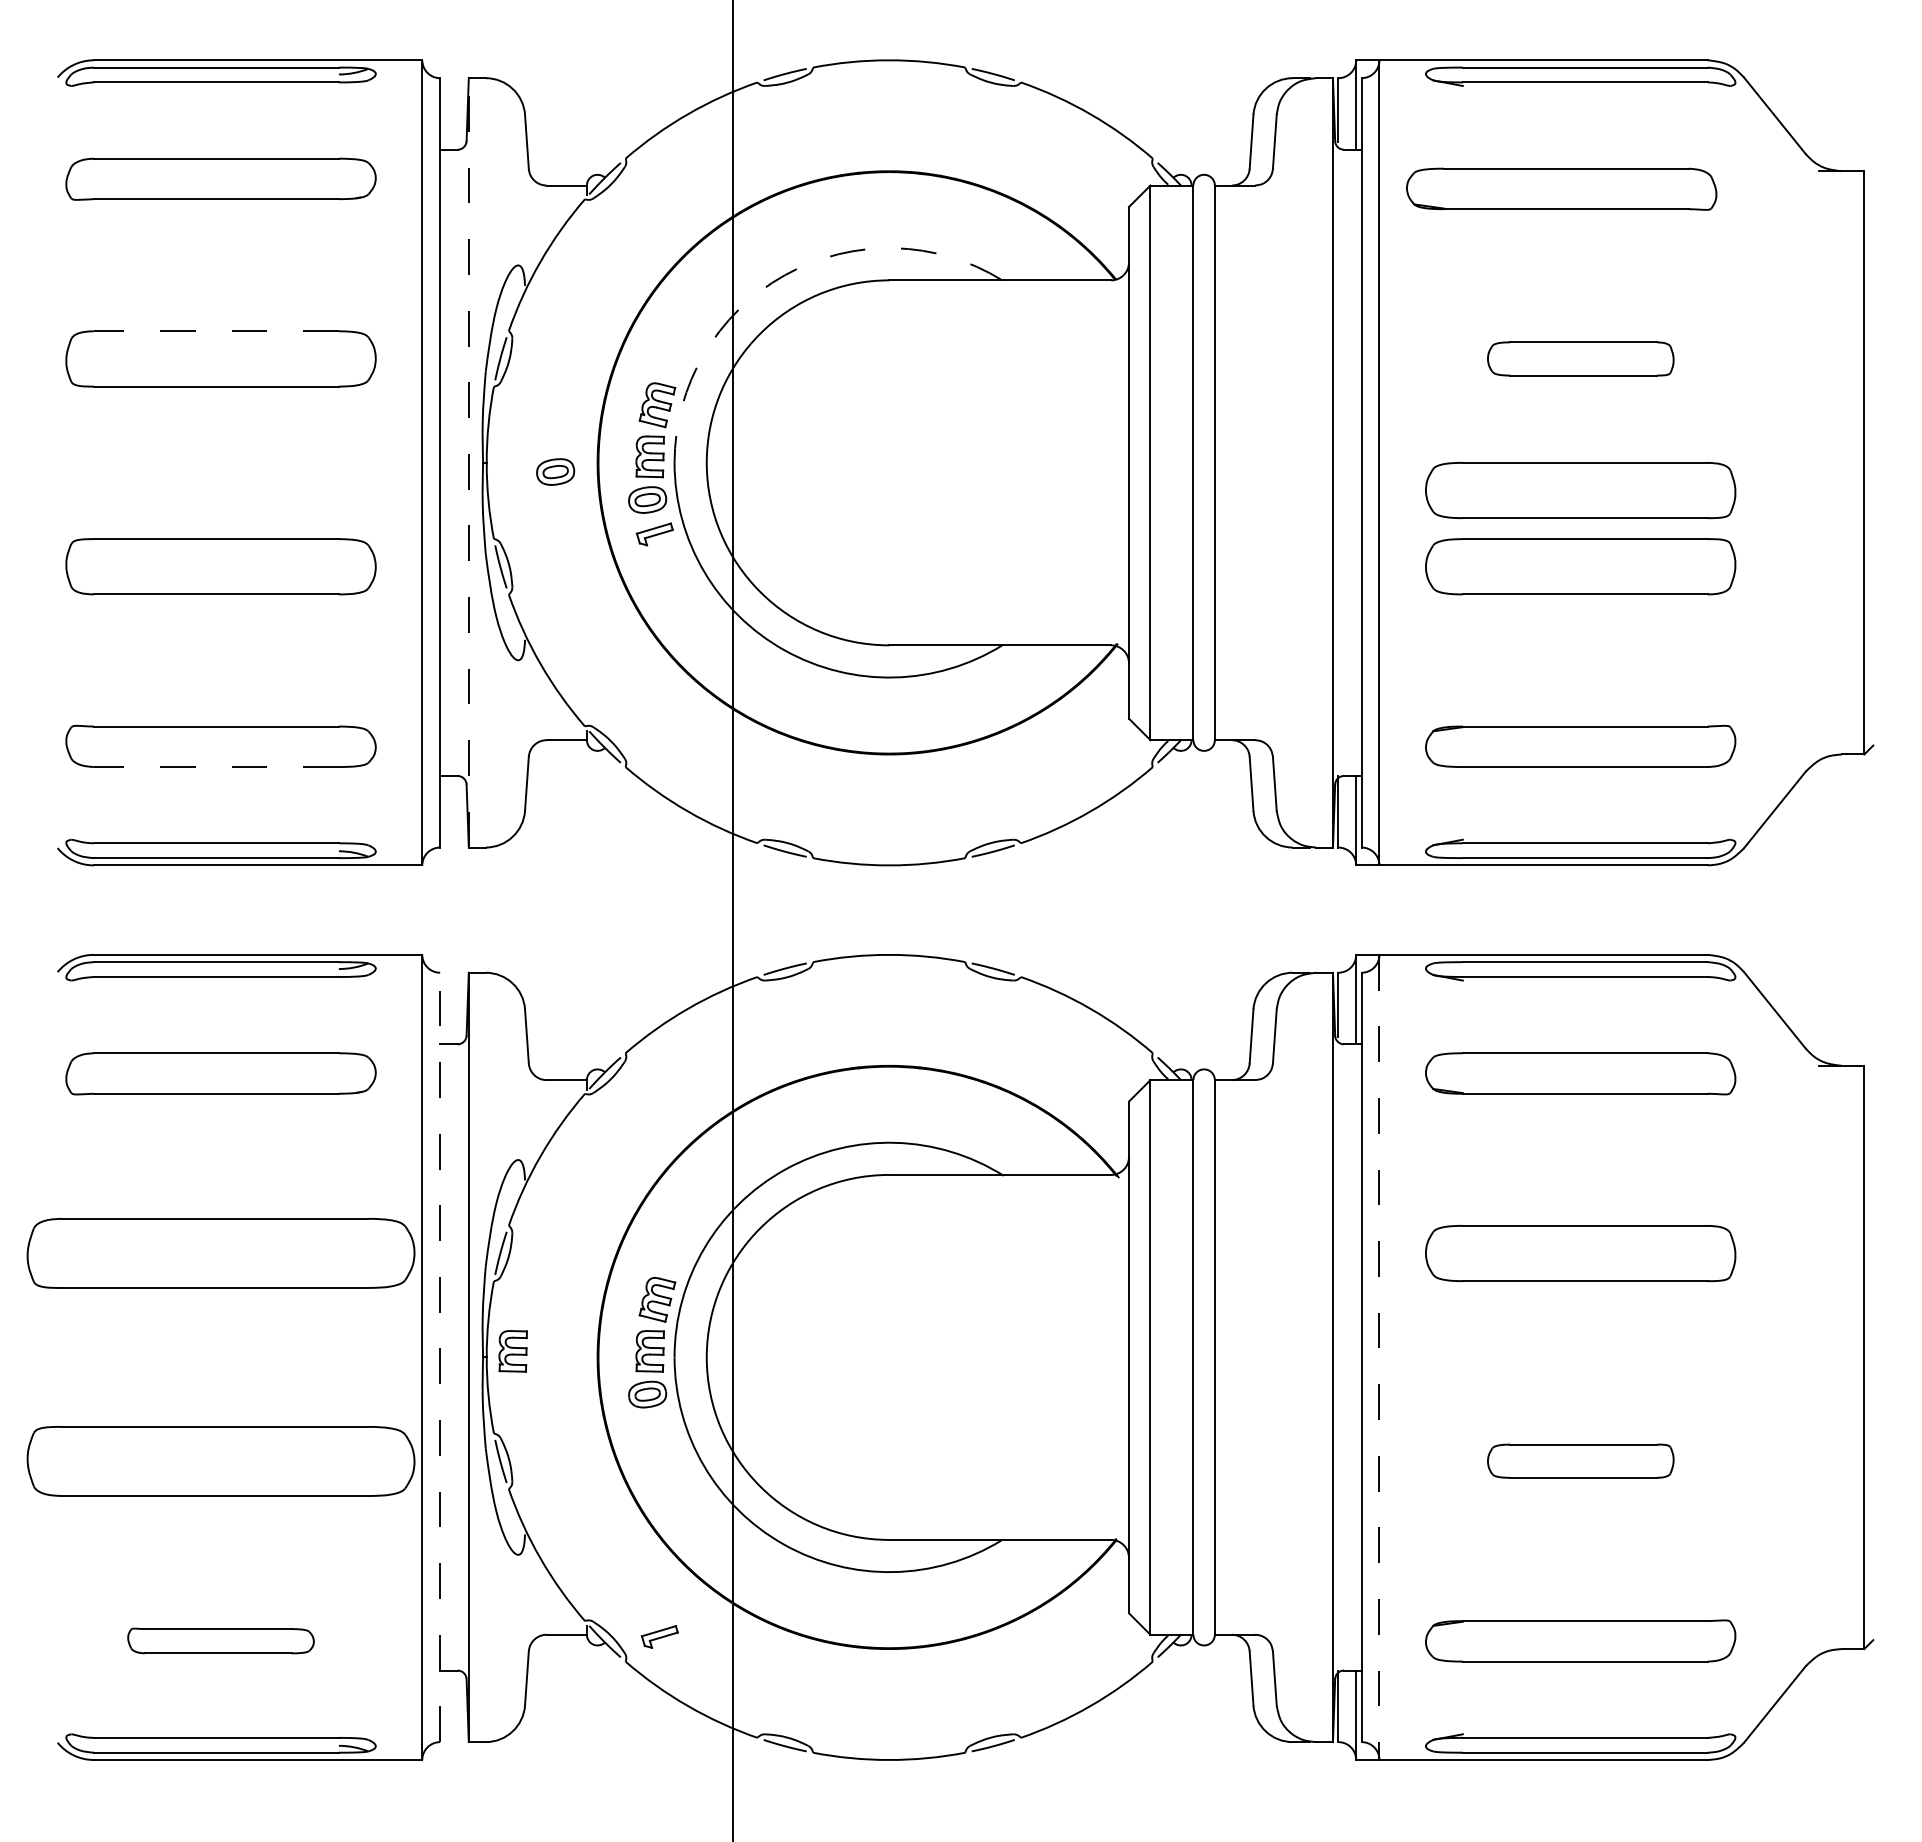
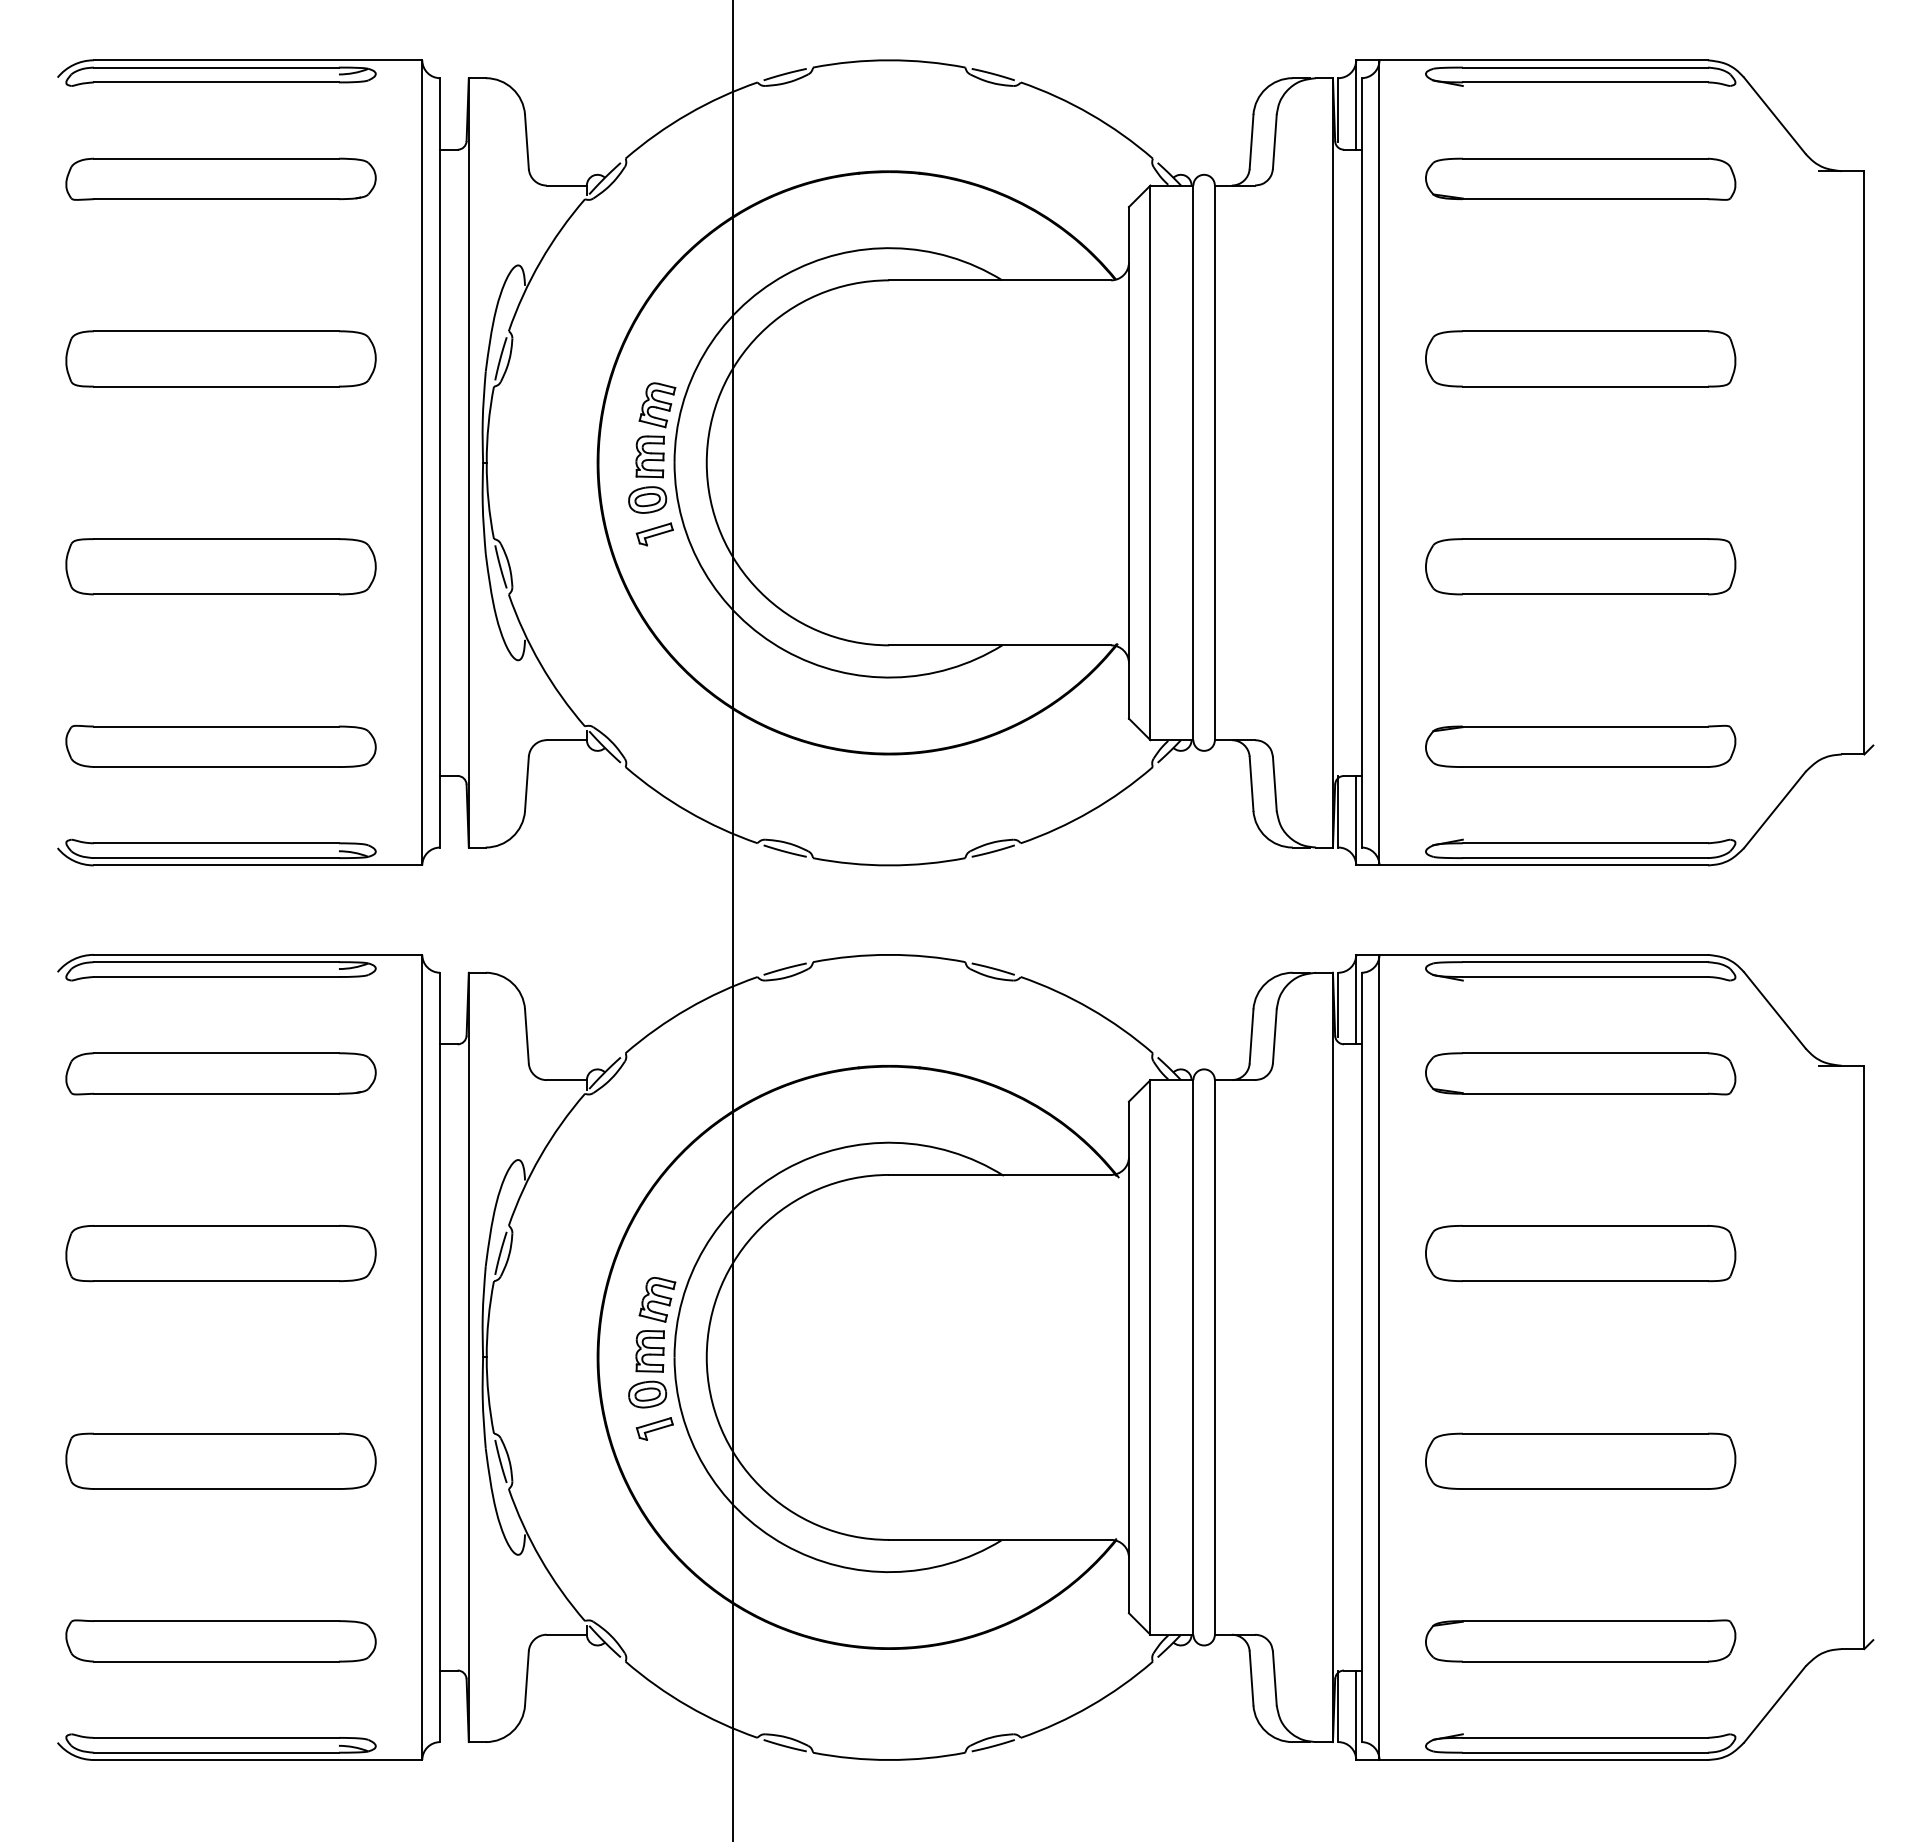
part at (1561, 188) position: (1561, 188) -> (1580, 178)
arc at (784, 275): dashed -> solid
line at (216, 331): dashed -> solid
part at (1580, 358) size: 188x36 px -> 312x58 px
line at (468, 462): dashed -> solid
part at (555, 471): present -> none
part at (1580, 490): present -> none
line at (216, 767): dashed -> solid
part at (220, 1253) size: 390x71 px -> 312x58 px
part at (512, 1351): present -> none
line at (440, 1357): dashed -> solid
line at (1379, 1357): dashed -> solid
part at (1580, 1460) size: 188x36 px -> 312x58 px
part at (220, 1461) size: 390x71 px -> 312x58 px
part at (659, 1636) position: (659, 1636) -> (654, 1428)
part at (220, 1640) size: 188x28 px -> 312x44 px
